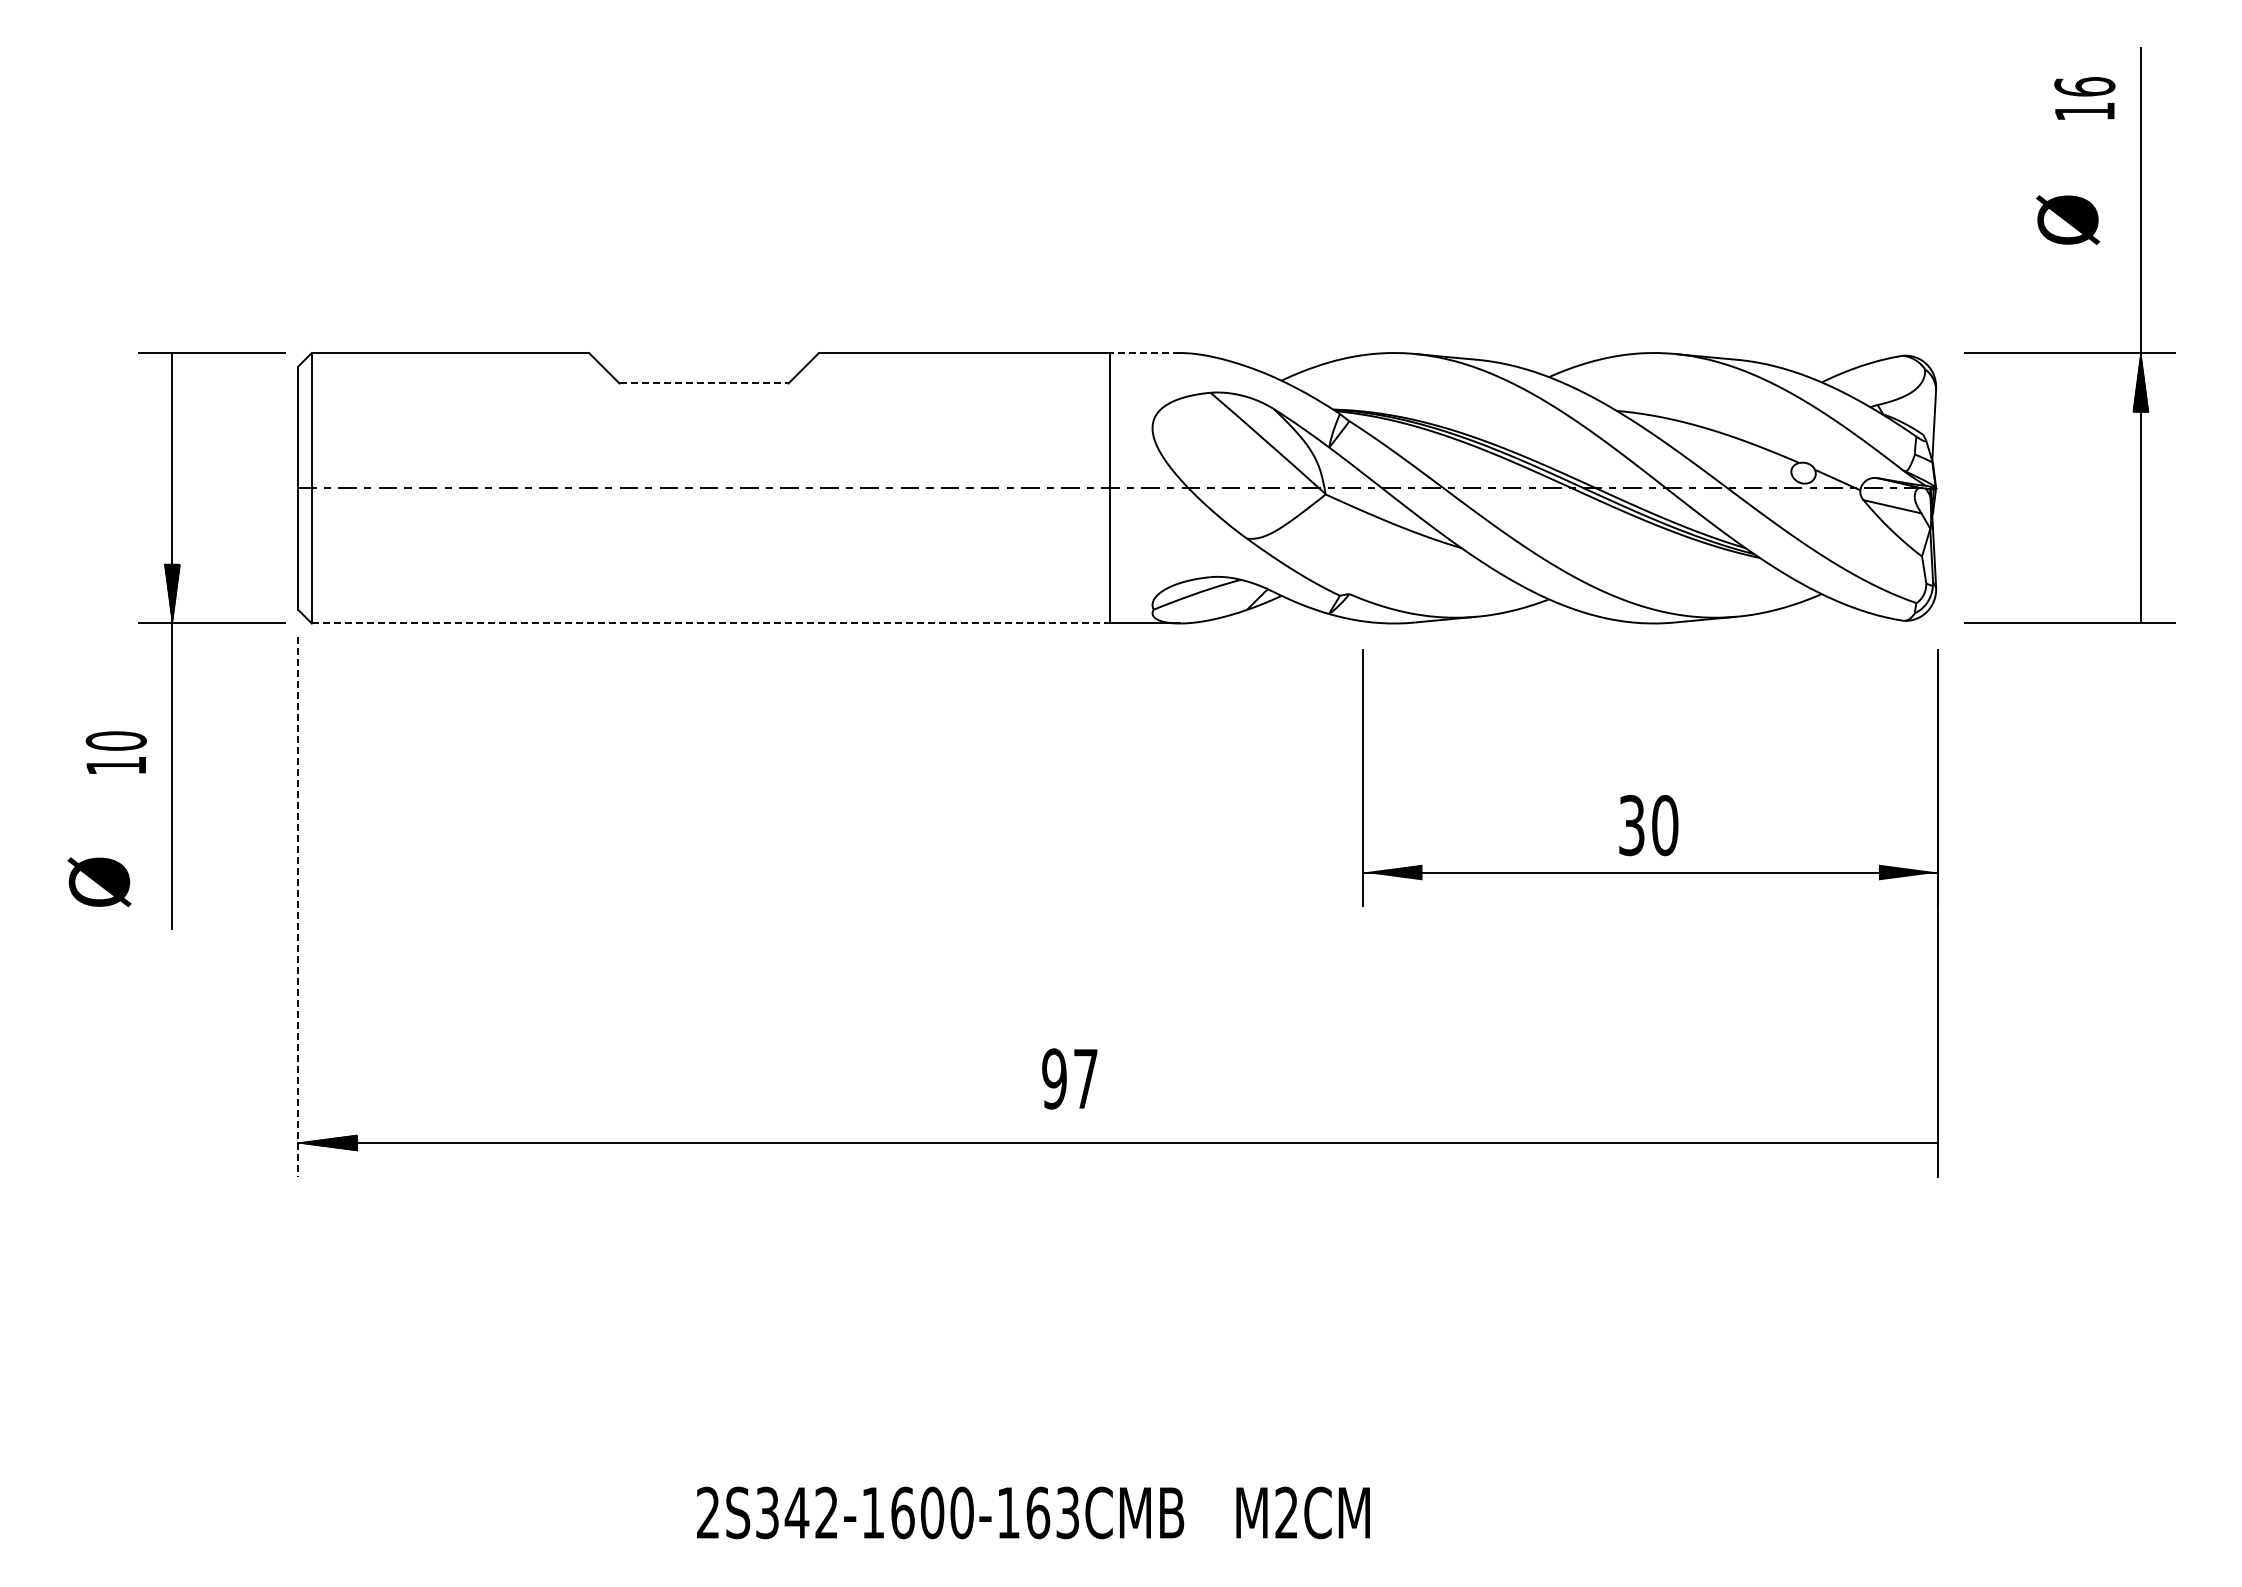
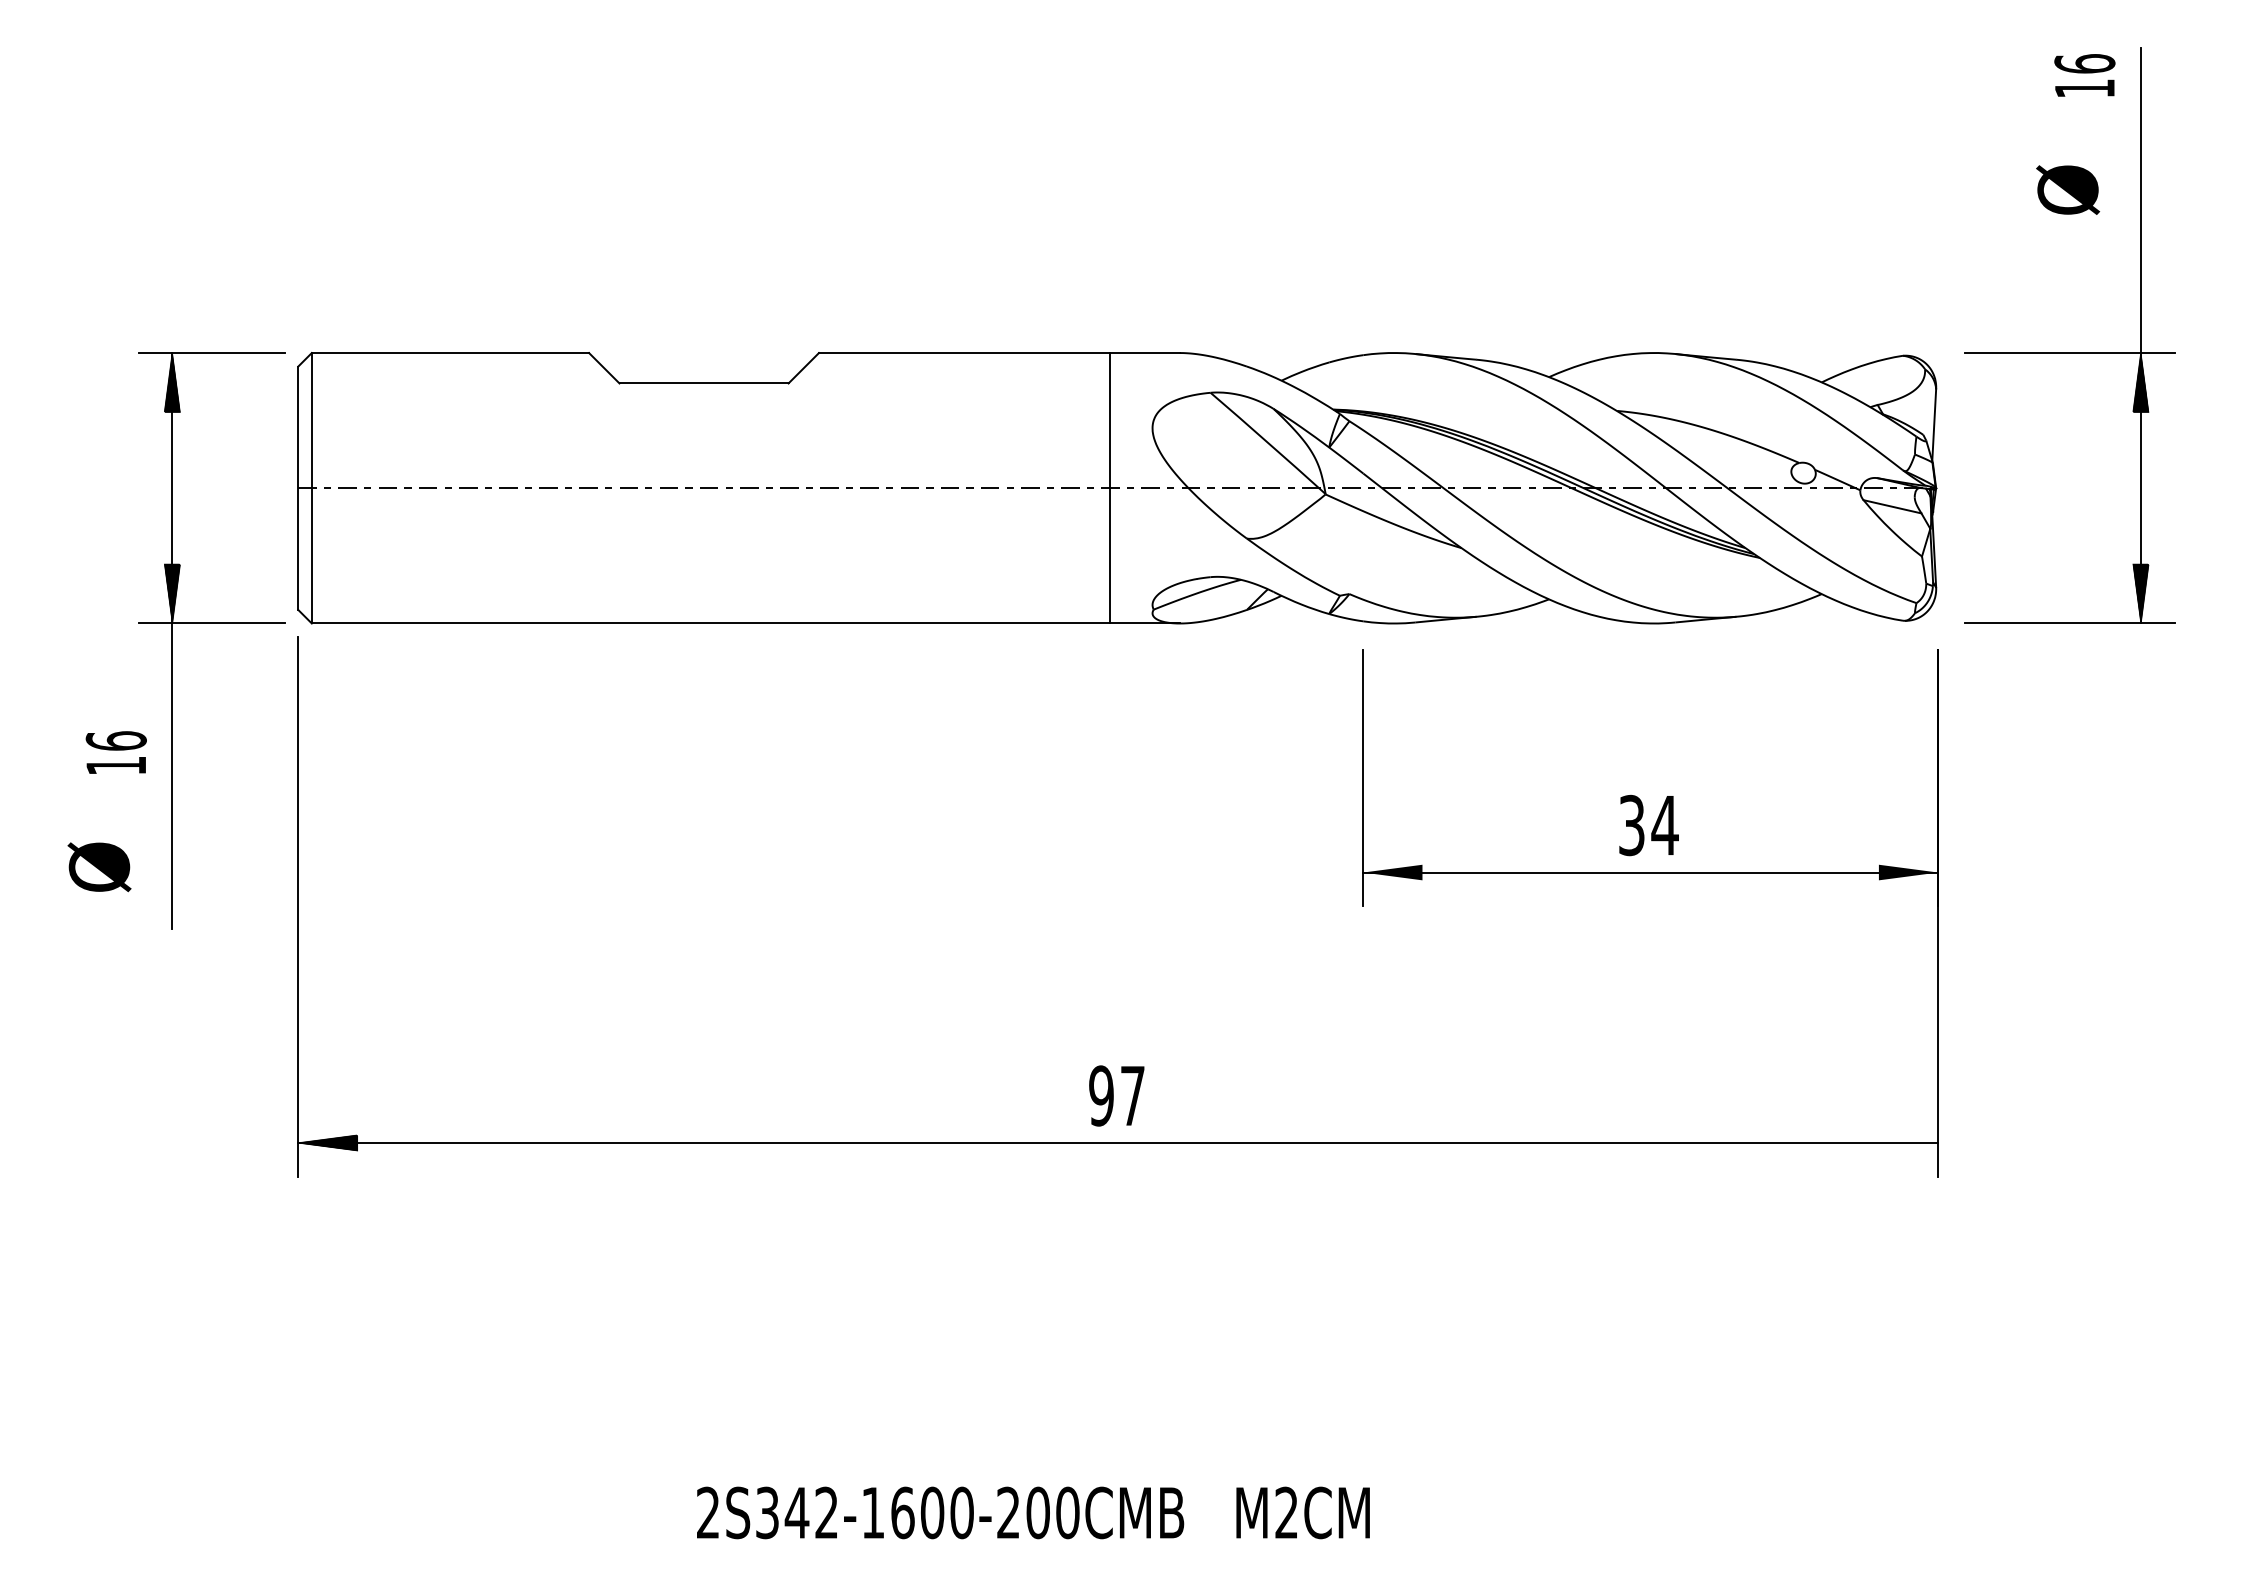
text at (2084, 98) position: (2084, 98) -> (2084, 75)
text at (2068, 219) position: (2068, 219) -> (2068, 189)
line at (1144, 353): dashed -> solid
hatch at (172, 382): none -> present
line at (704, 383): dashed -> solid
hatch at (2140, 593): none -> present
line at (710, 623): dashed -> solid
text at (115, 740): 10 -> 16
text at (1664, 825): 30 -> 34
text at (99, 882) position: (99, 882) -> (99, 867)
line at (298, 907): dashed -> solid
text at (1069, 1078) position: (1069, 1078) -> (1116, 1095)
text at (1038, 1512): 2S342-1600-163CMB -> 2S342-1600-200CMB
